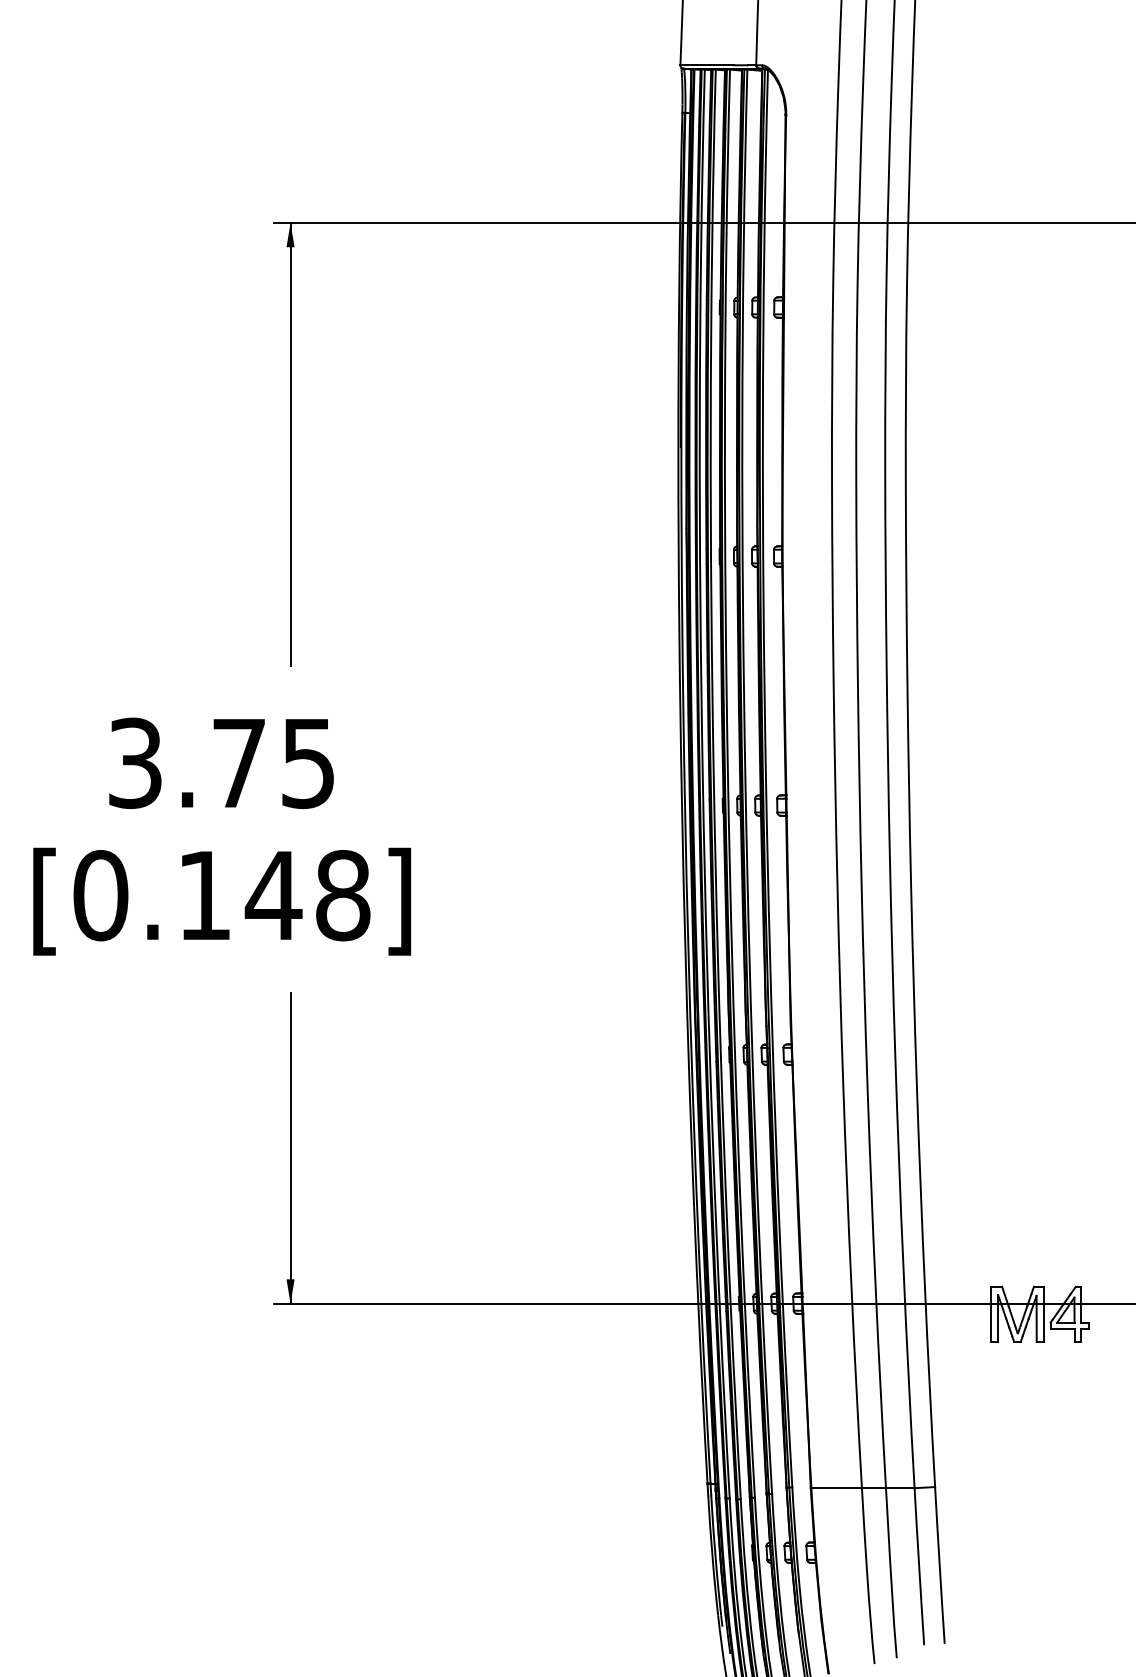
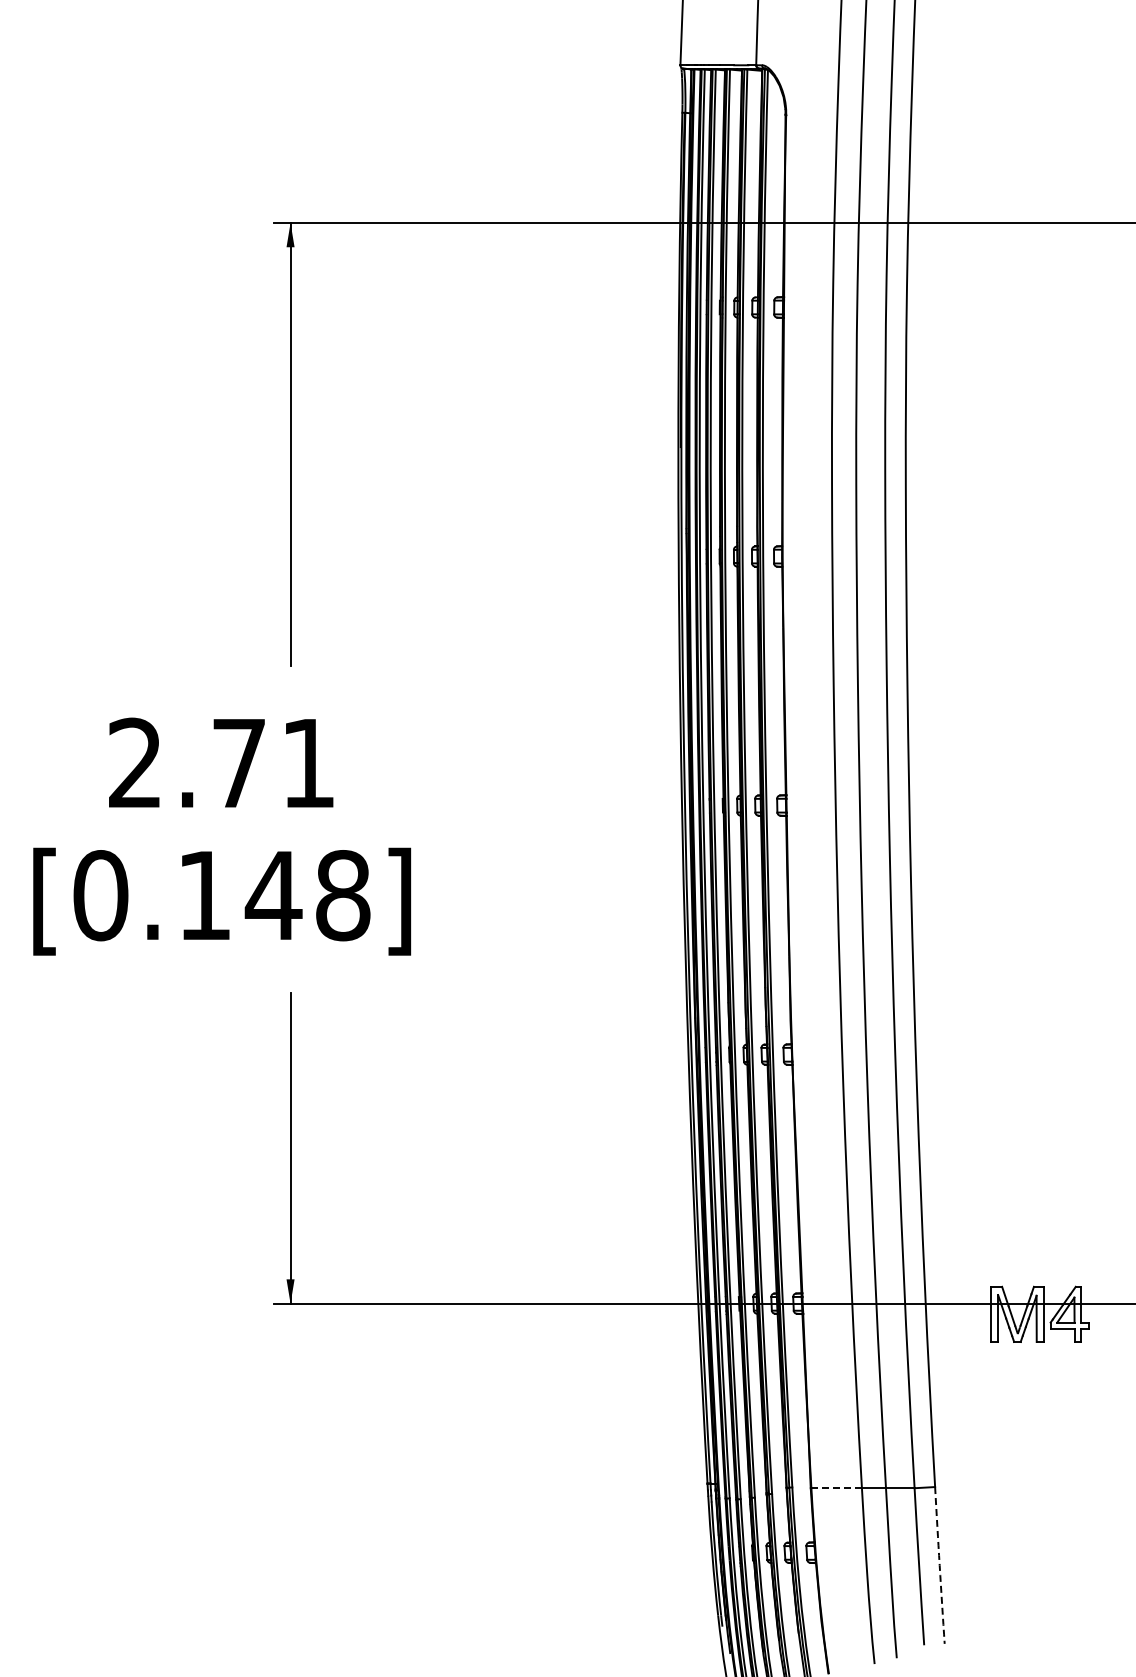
text at (221, 763): 3.75 -> 2.71
line at (837, 1488): solid -> dashed
arc at (939, 1565): solid -> dashed
